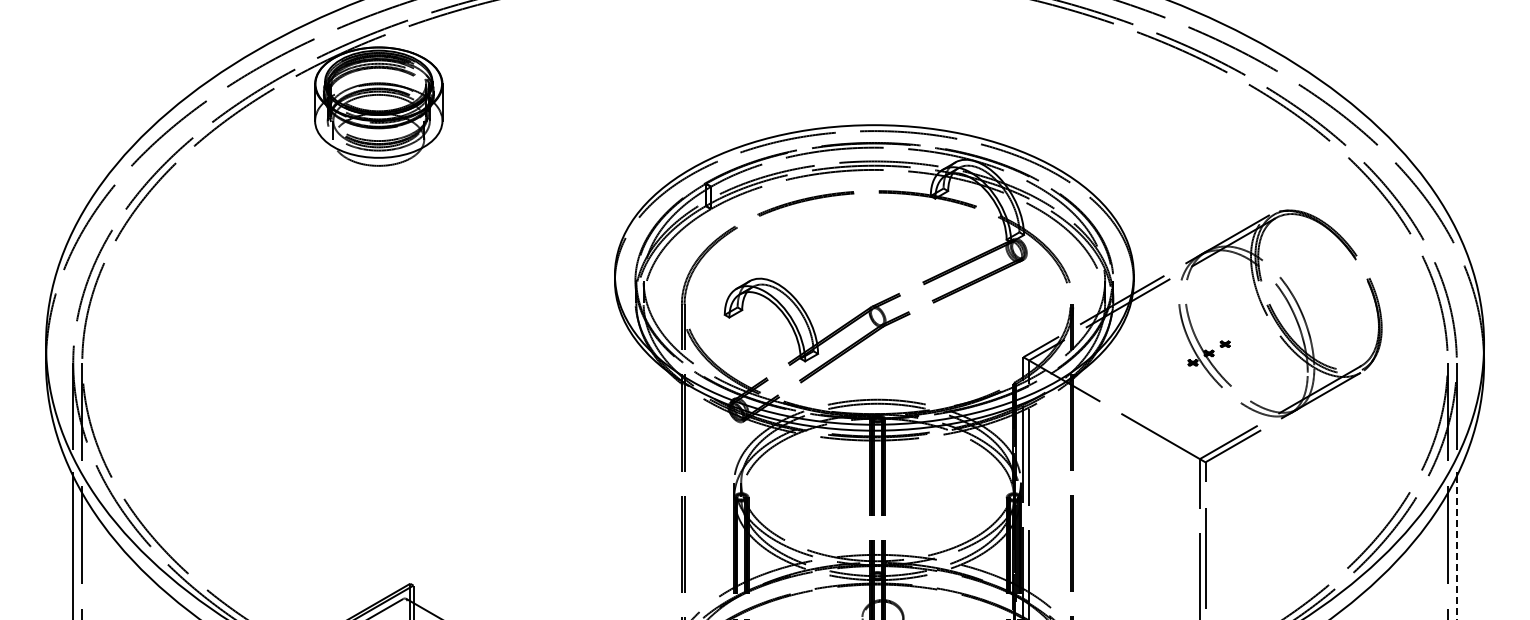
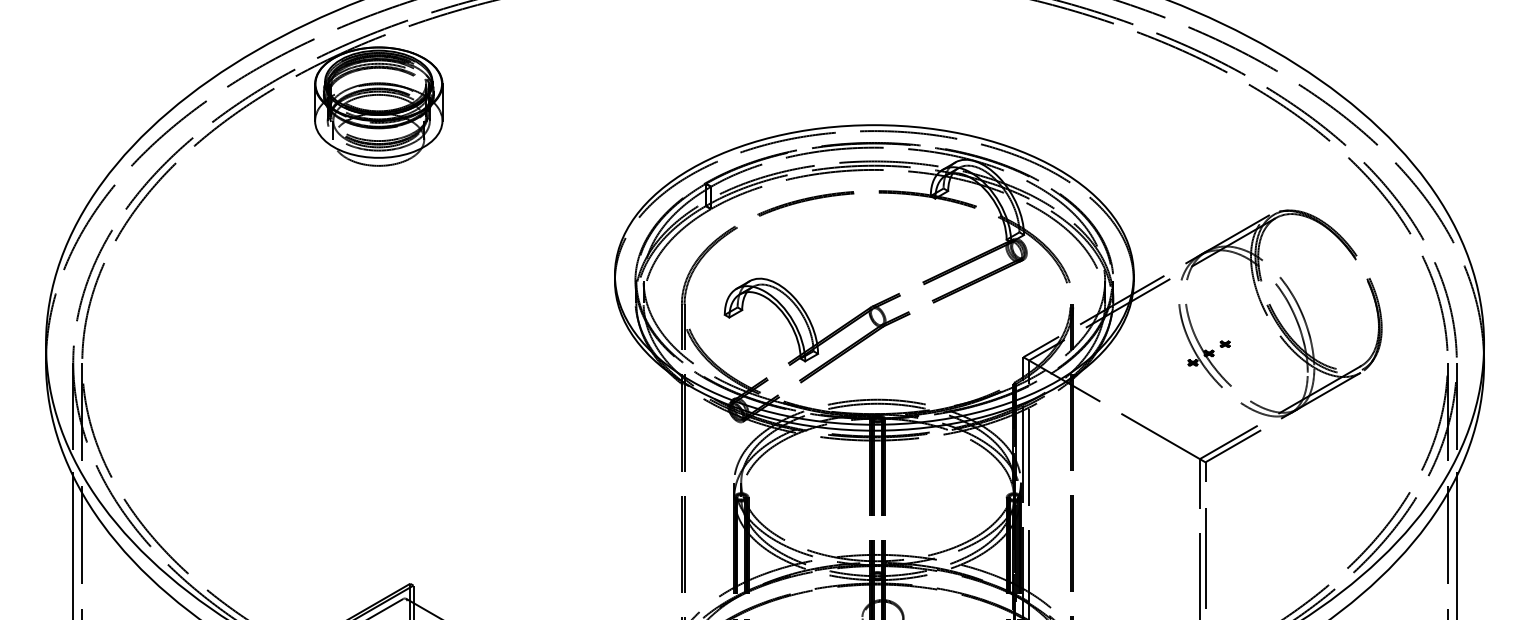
line at (1456, 547): dashed -> solid
